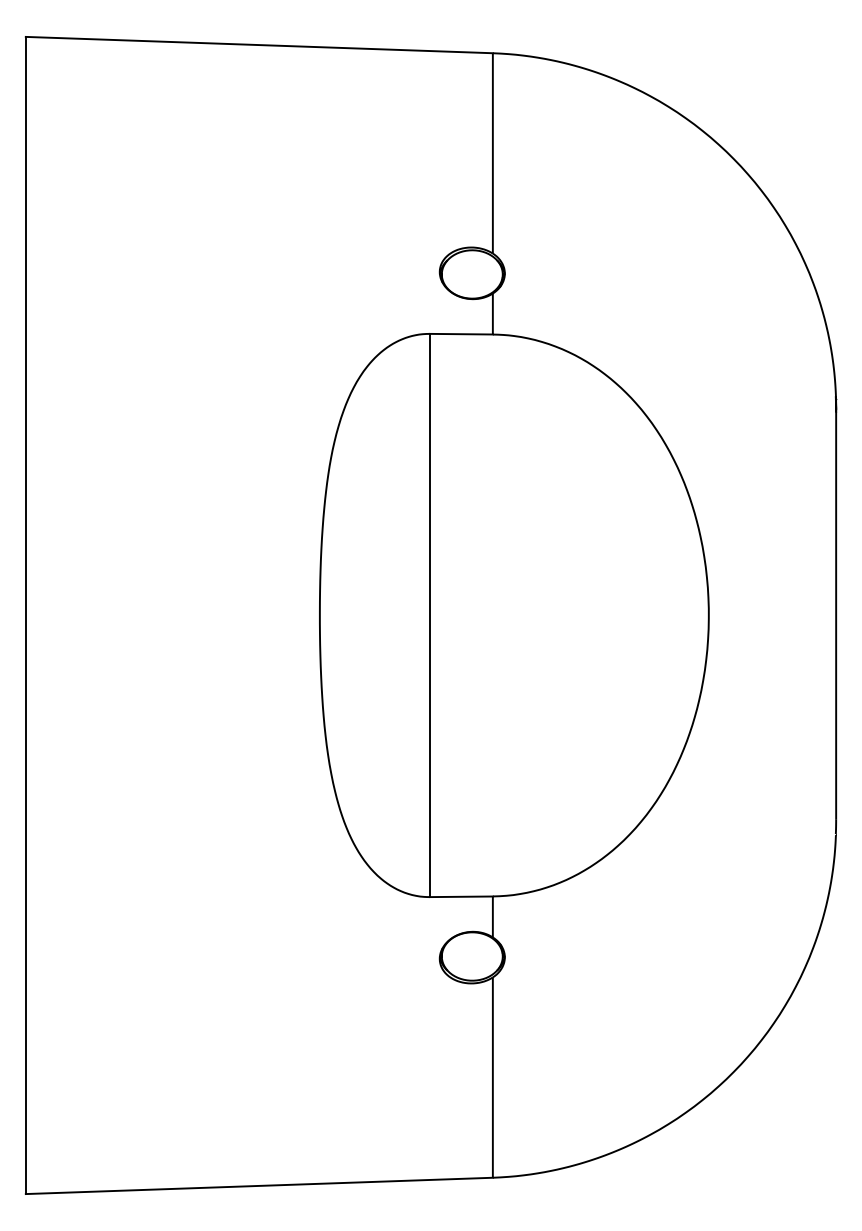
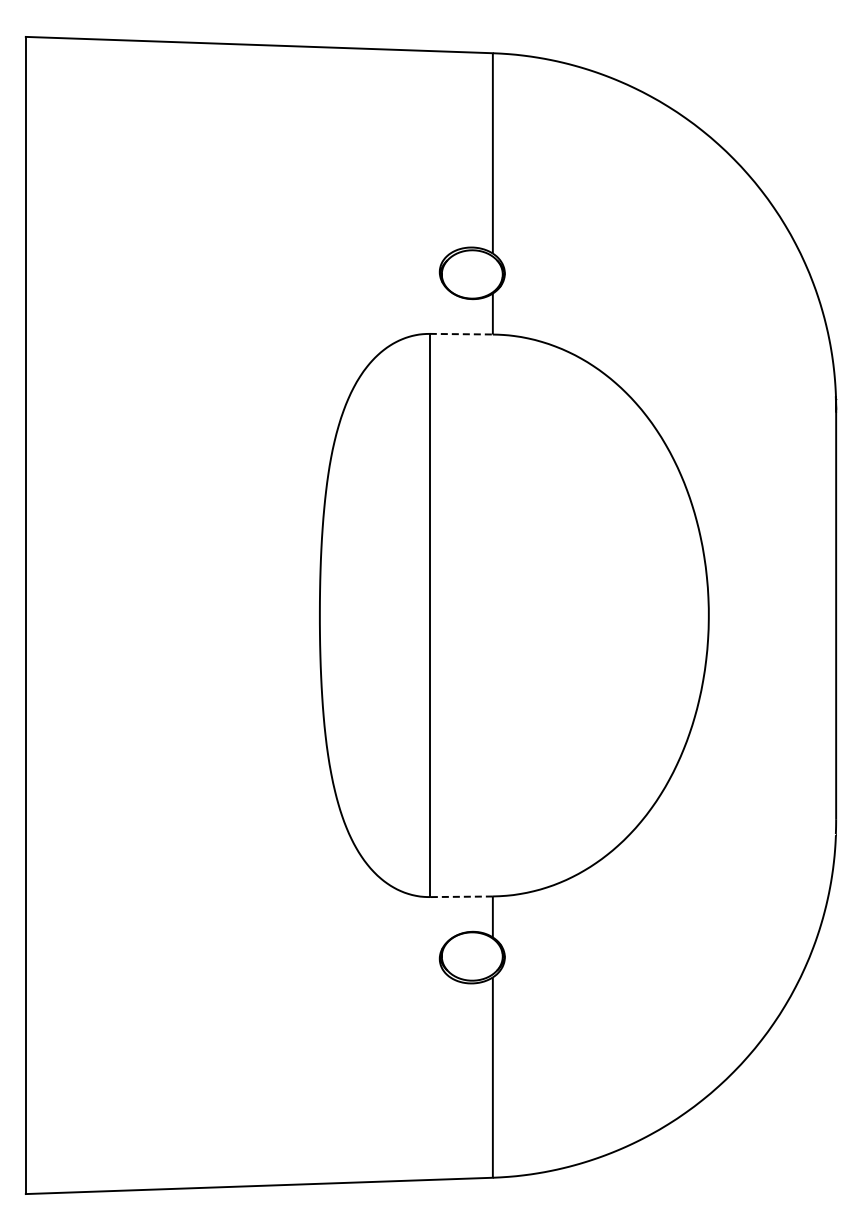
line at (461, 334): solid -> dashed
line at (461, 896): solid -> dashed
